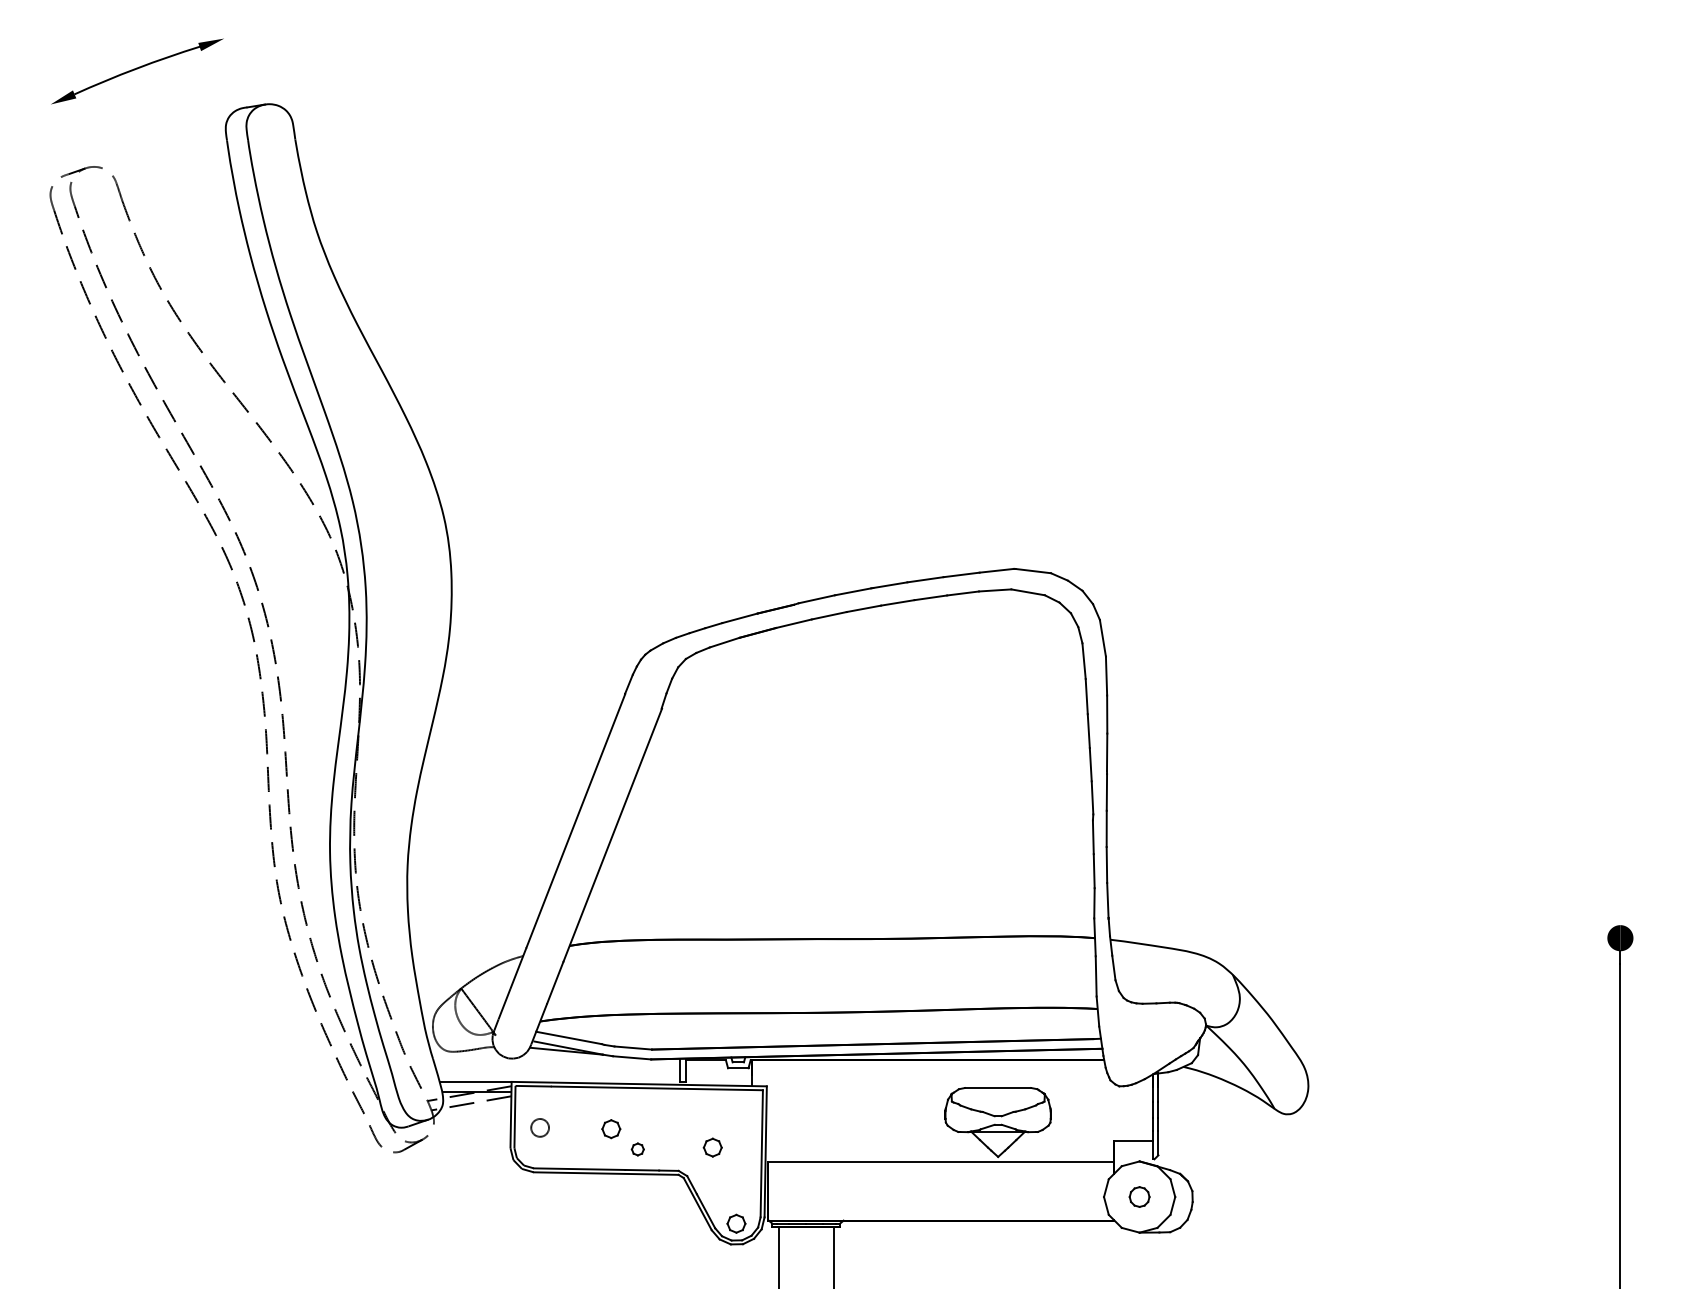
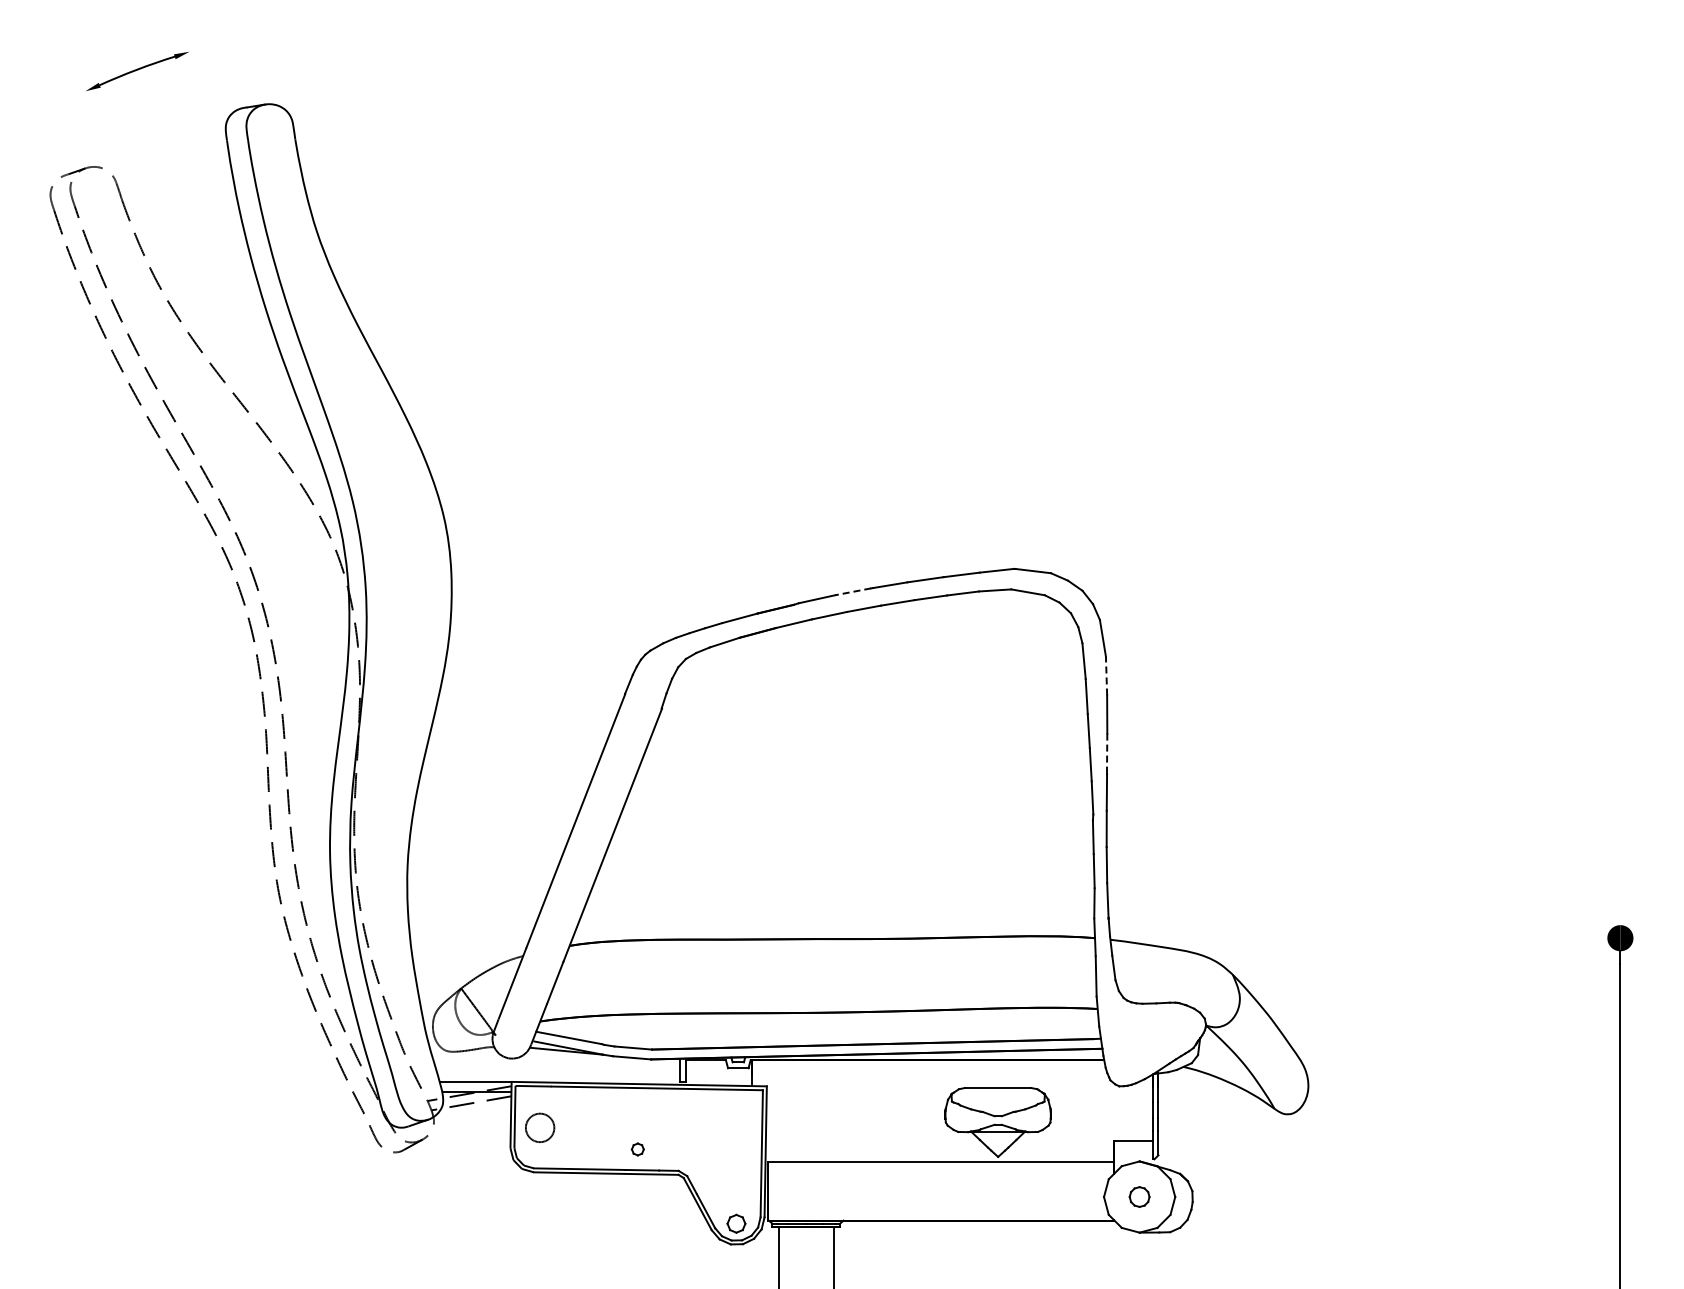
part at (137, 71) size: 173x67 px -> 103x39 px
line at (852, 591): solid -> dashed
line at (1106, 675): solid -> dashed
line at (1107, 752): solid -> dashed
circle at (540, 1127) diameter: 18 px -> 28 px
part at (611, 1129): present -> none
part at (712, 1147): present -> none
